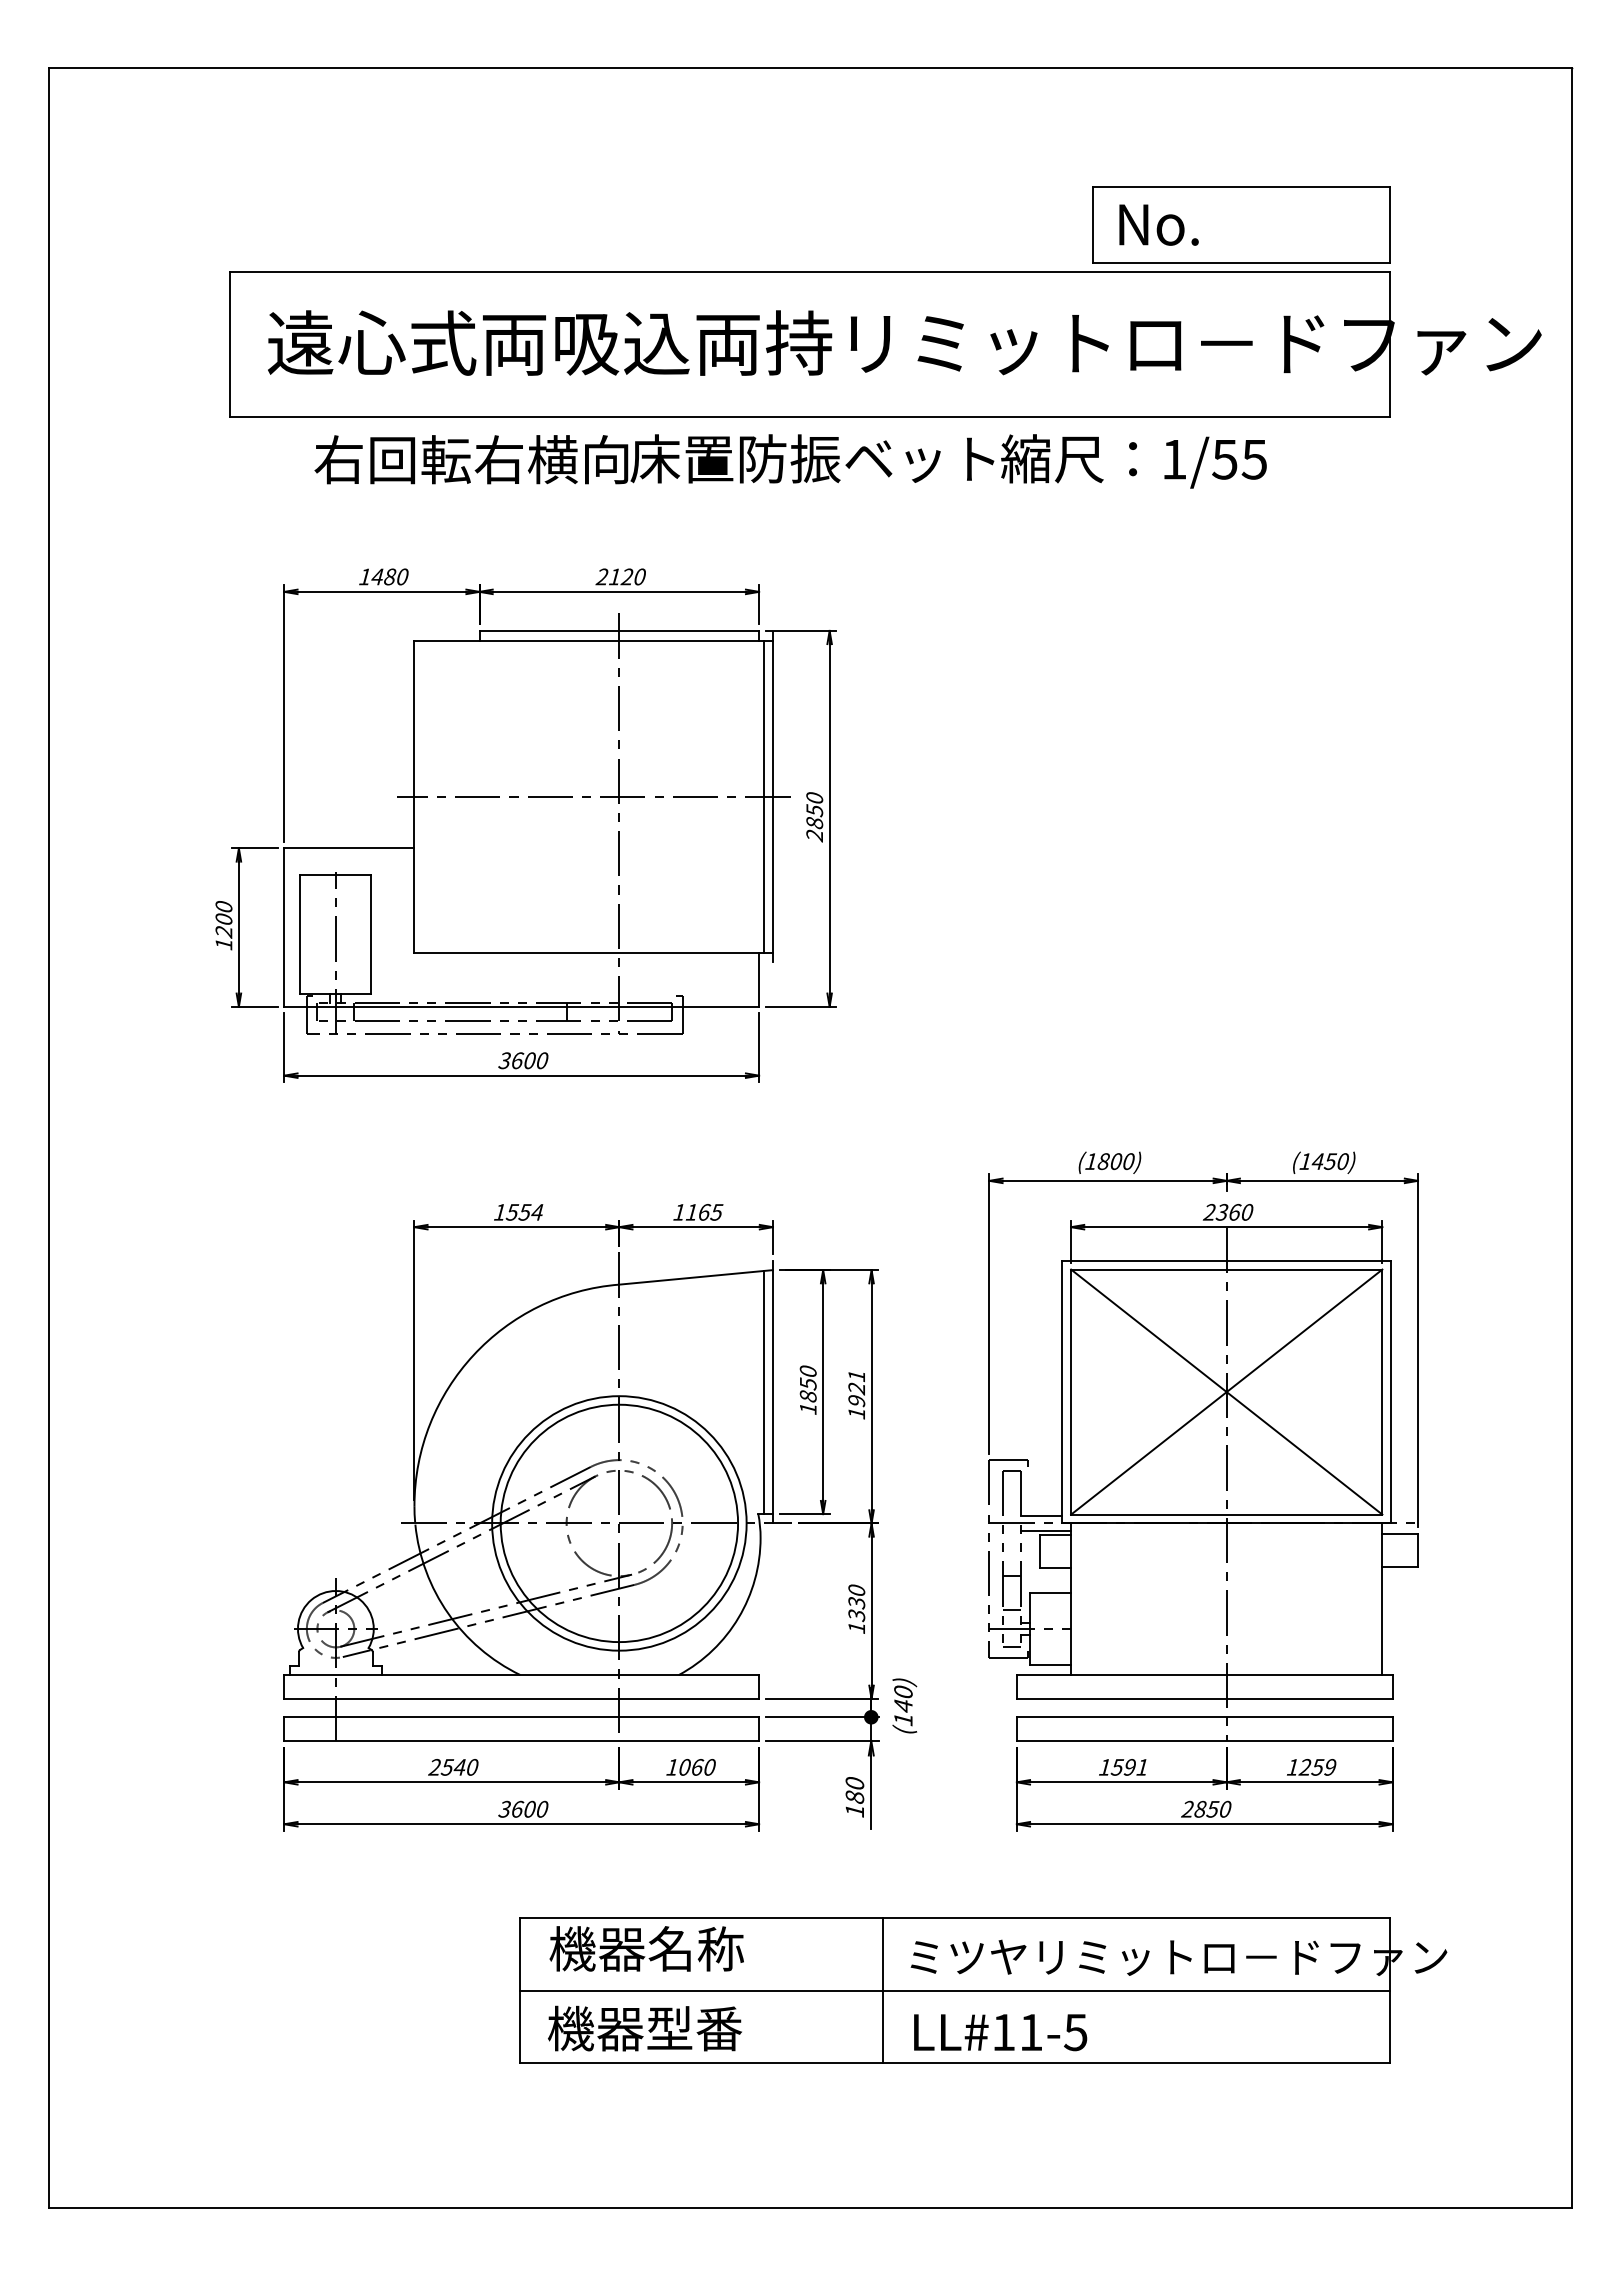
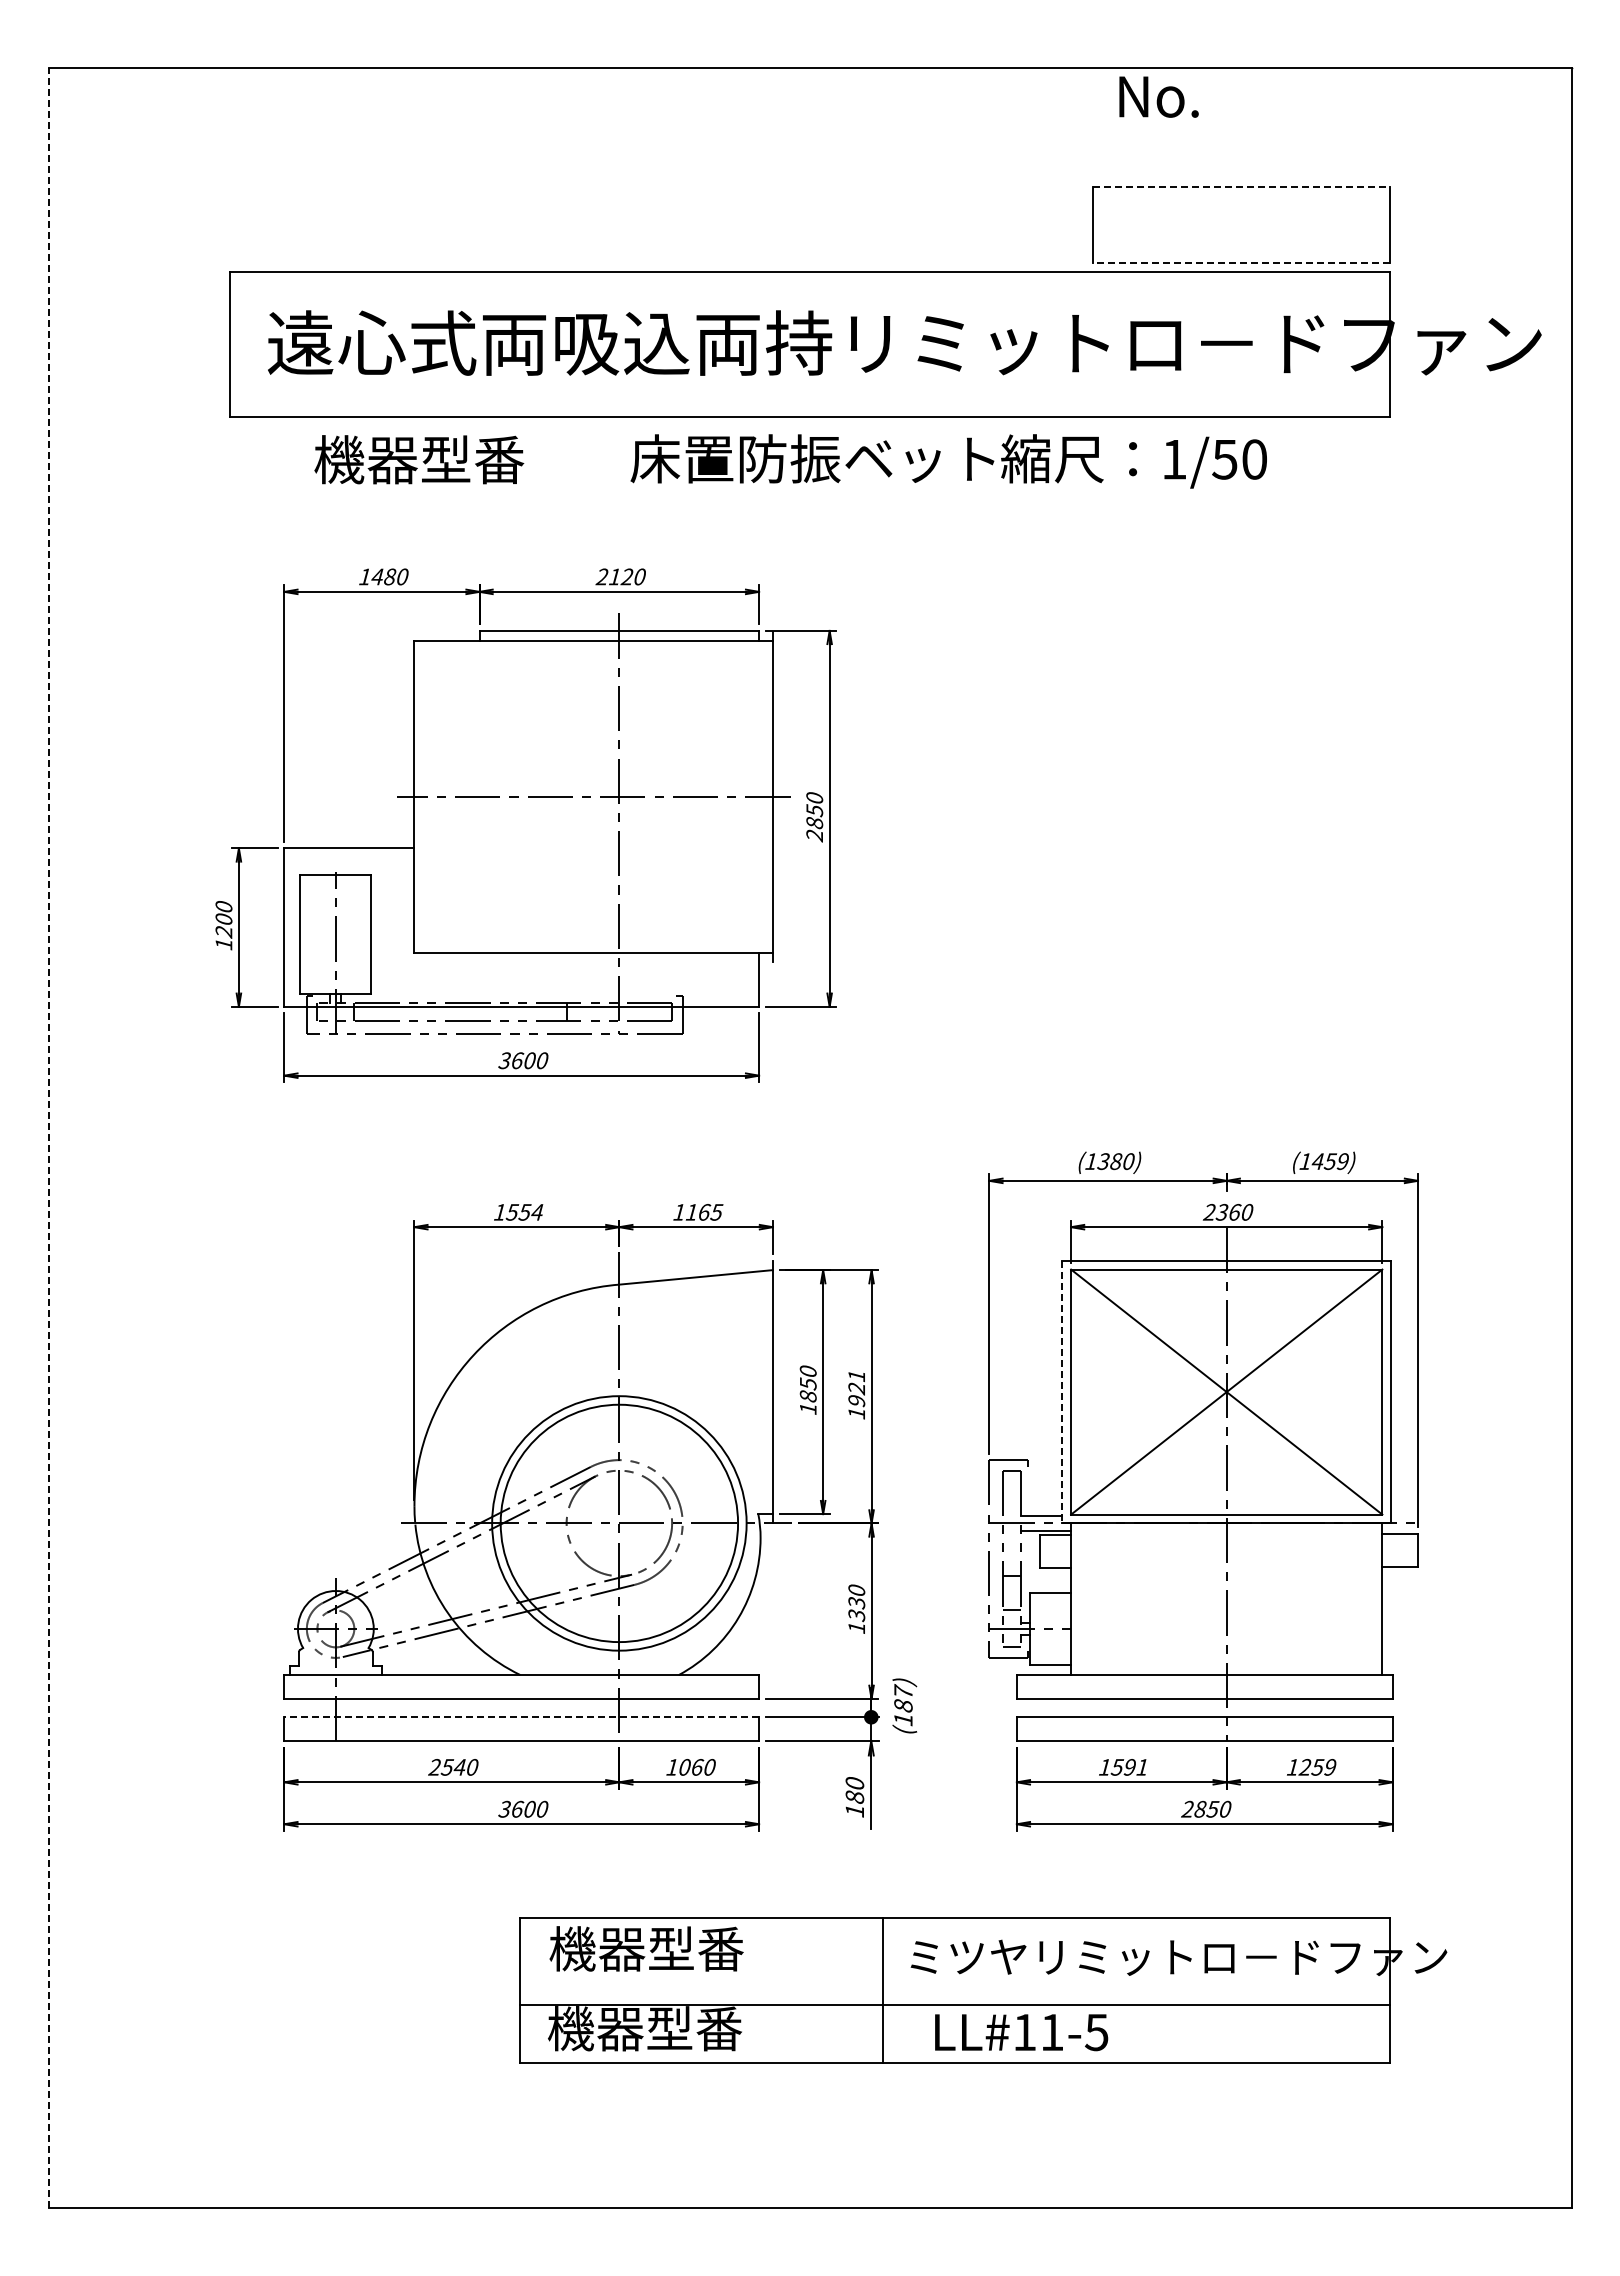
line at (1242, 186): solid -> dashed
text at (1158, 224) position: (1158, 224) -> (1158, 96)
line at (1241, 263): solid -> dashed
text at (471, 459): 右回転右横向 -> 機器型番
text at (1253, 459): 1/55 -> 1/50
line at (764, 796): present -> none
line at (48, 1137): solid -> dashed
text at (1109, 1161): (1800) -> (1380)
text at (1342, 1161): (1450) -> (1459)
line at (764, 1392): present -> none
line at (1062, 1392): solid -> dashed
text at (903, 1698): (140) -> (187)
line at (521, 1717): solid -> dashed
text at (695, 1948): 機器名称 -> 機器型番
line at (954, 1990) position: (954, 1990) -> (954, 2004)
text at (1000, 2032) position: (1000, 2032) -> (1021, 2032)
